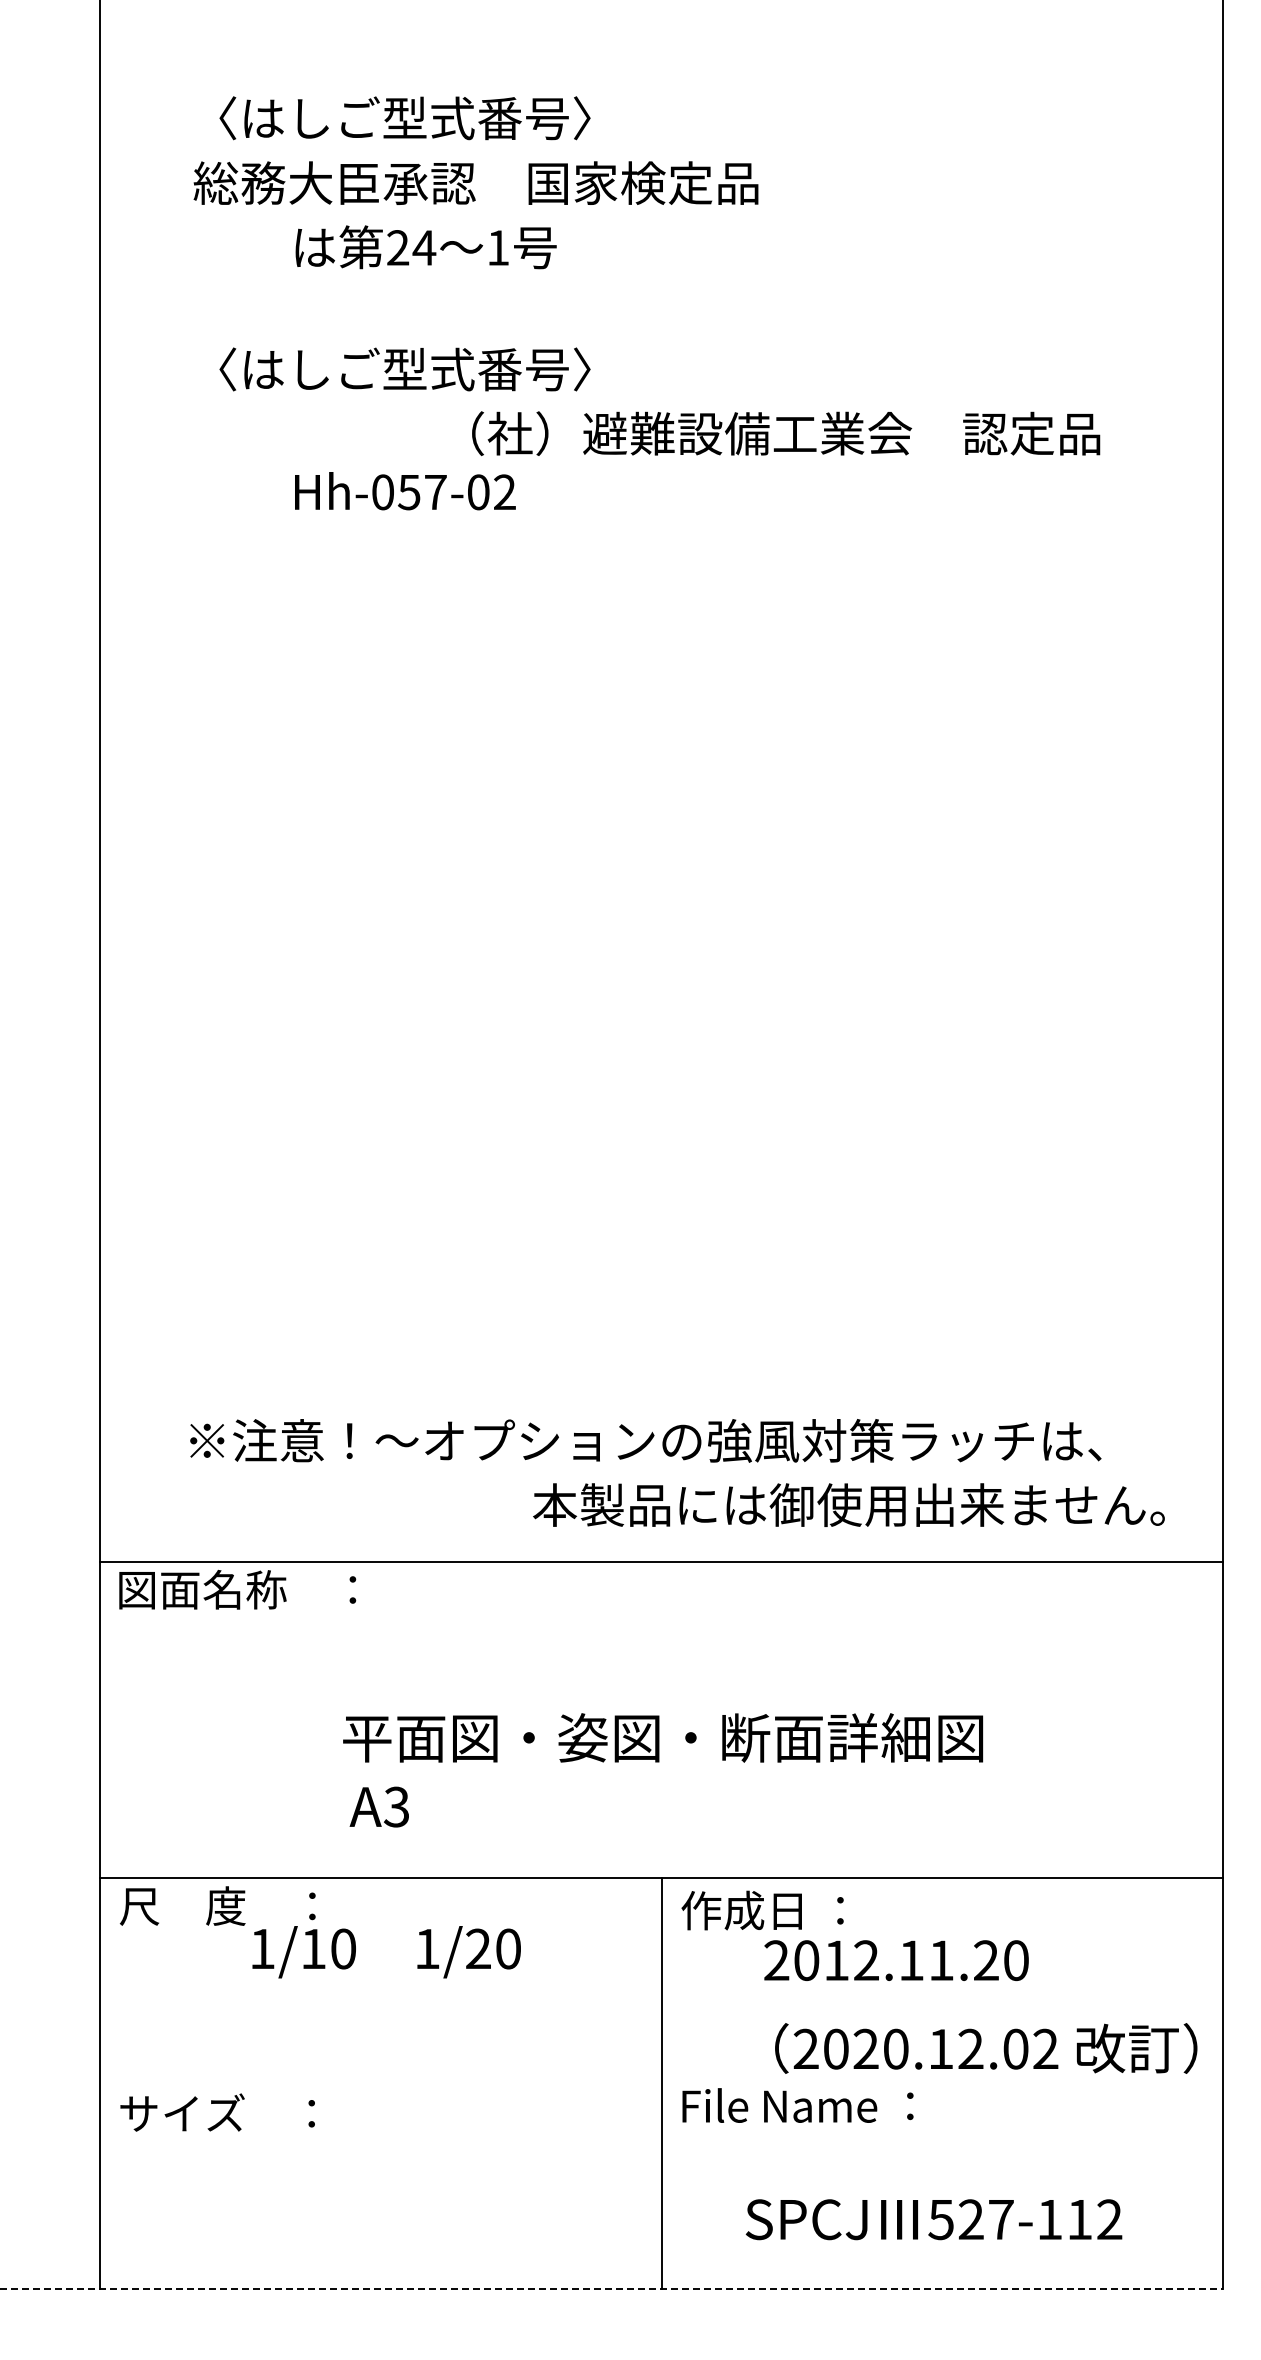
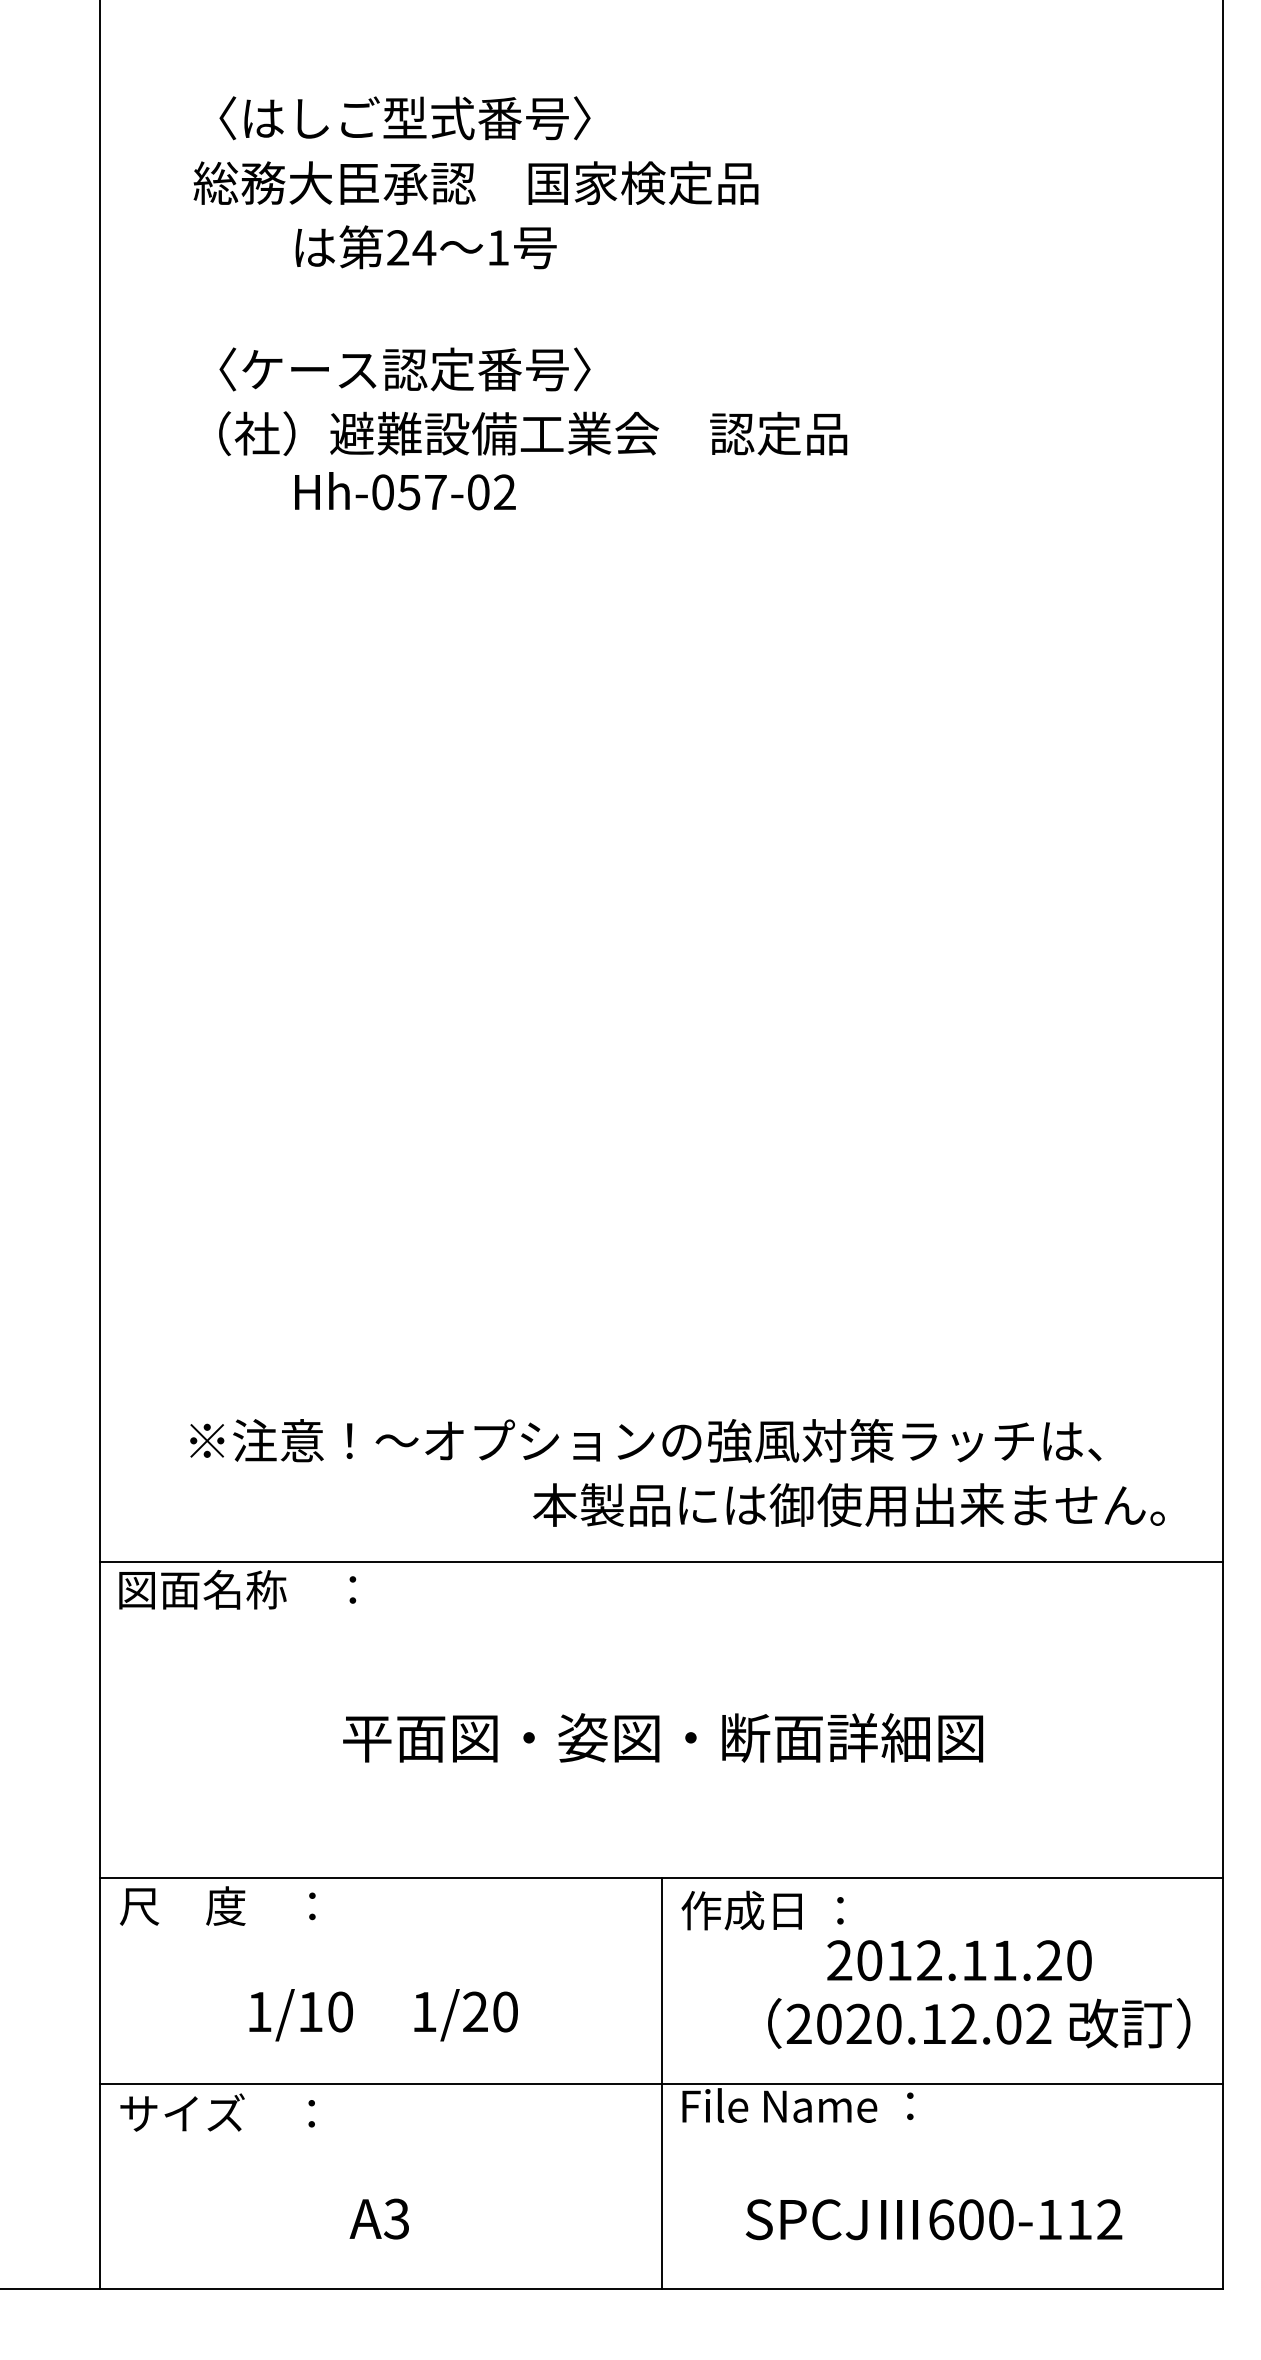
text at (358, 369): 〈はしご型式番号〉 -> 〈ケース認定番号〉
text at (786, 433) position: (786, 433) -> (533, 433)
text at (378, 1806) position: (378, 1806) -> (378, 2218)
text at (386, 1952) position: (386, 1952) -> (383, 2015)
text at (896, 1960) position: (896, 1960) -> (959, 1960)
text at (986, 2048) position: (986, 2048) -> (979, 2023)
line at (661, 2083): none -> present
text at (970, 2219): 527-112 -> 600-112
line at (612, 2289): dashed -> solid
